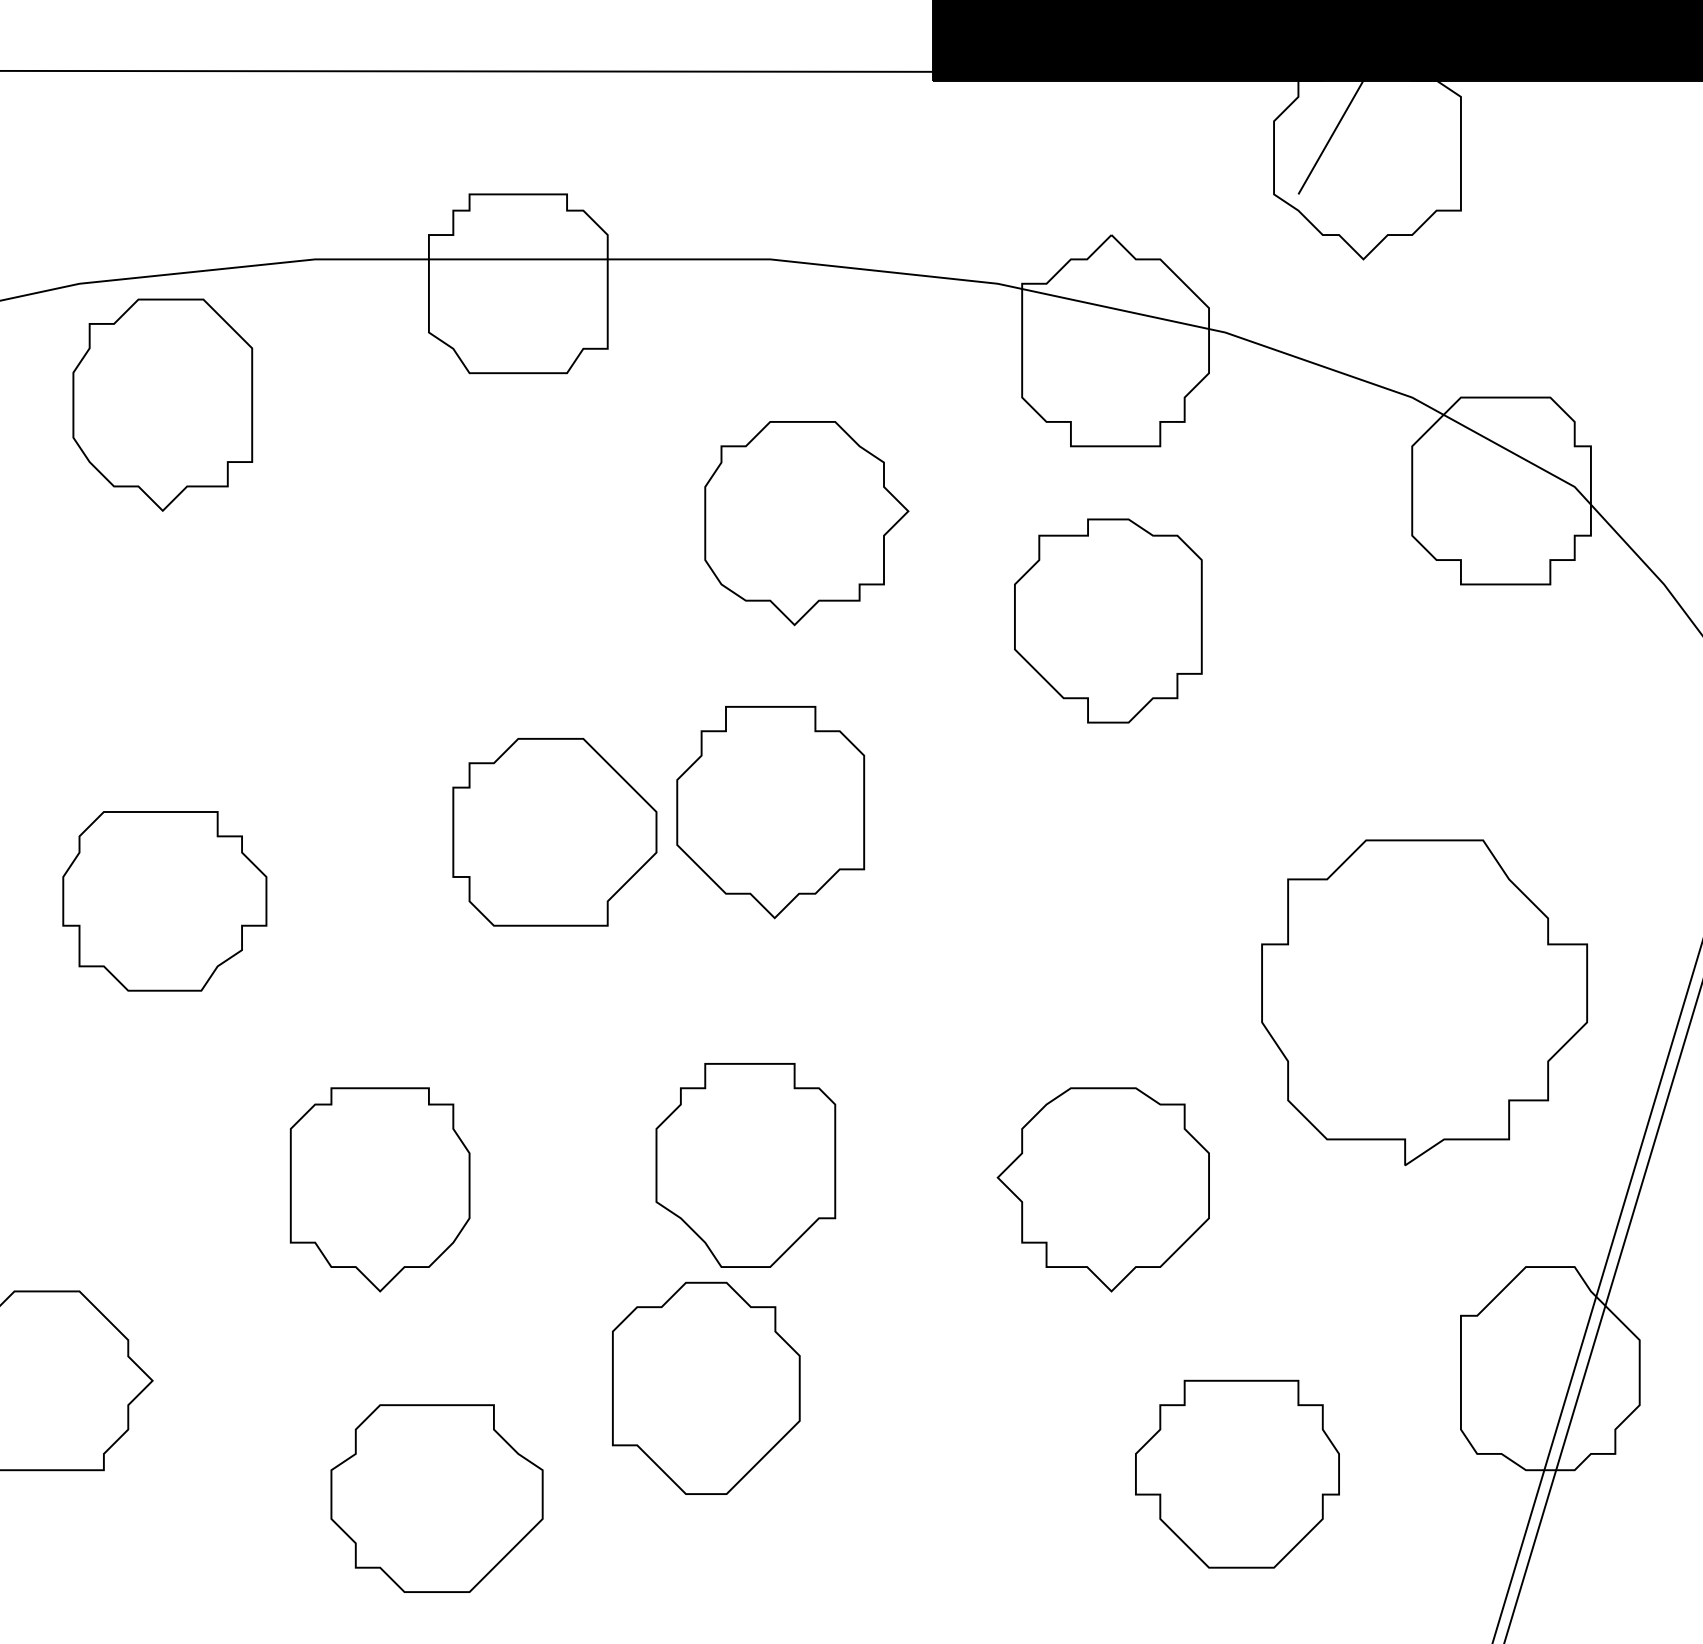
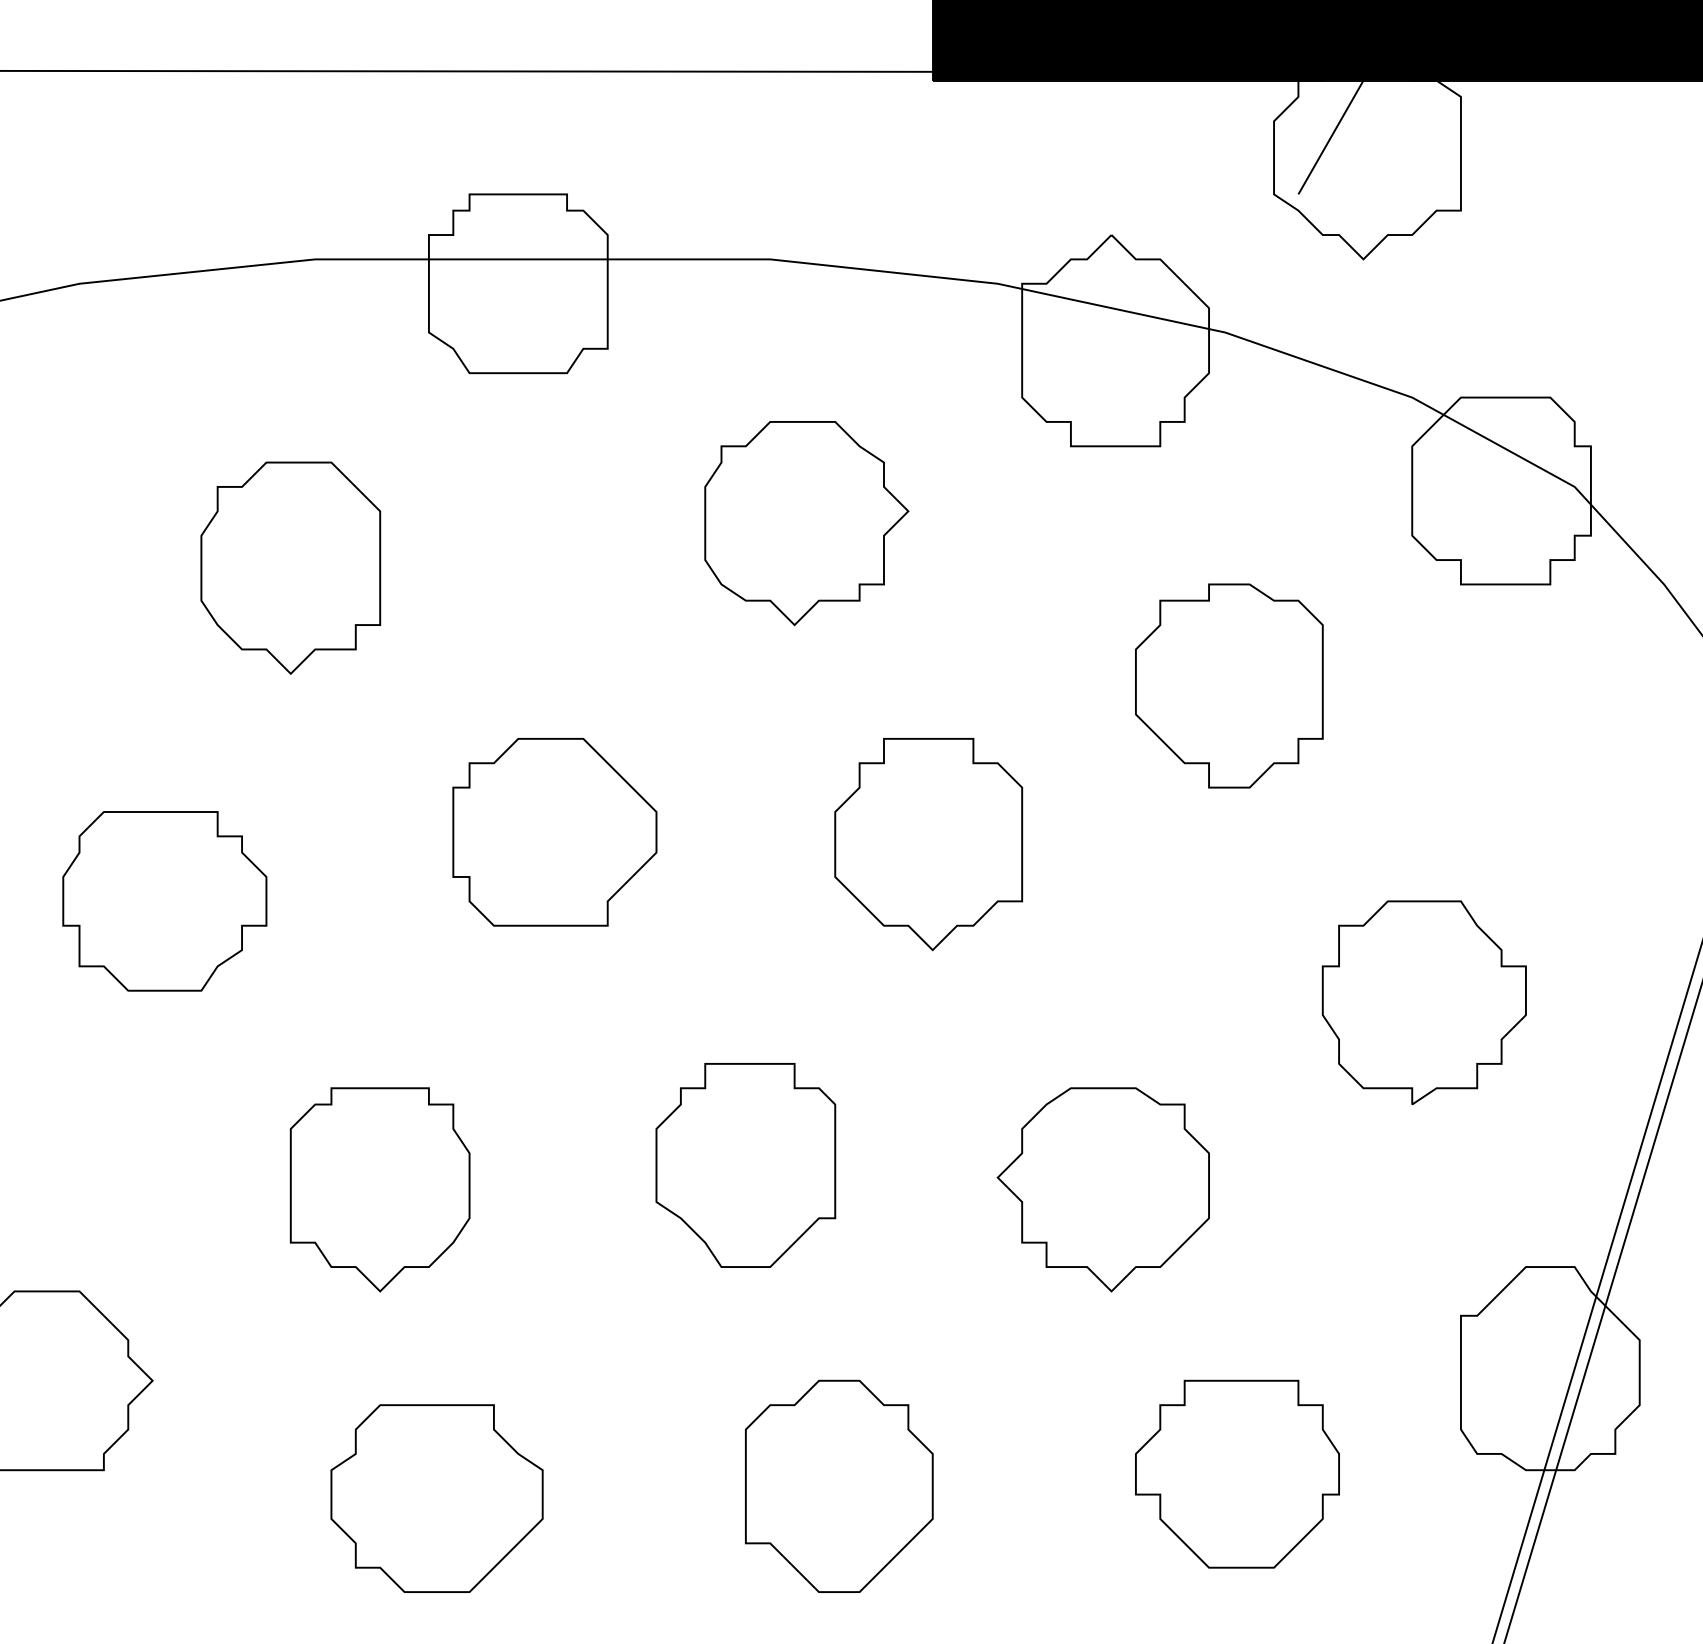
part at (162, 404) position: (162, 404) -> (290, 567)
part at (1108, 620) position: (1108, 620) -> (1229, 685)
part at (770, 812) position: (770, 812) -> (928, 844)
part at (1424, 1002) size: 327x327 px -> 206x206 px
part at (706, 1387) position: (706, 1387) -> (839, 1485)
